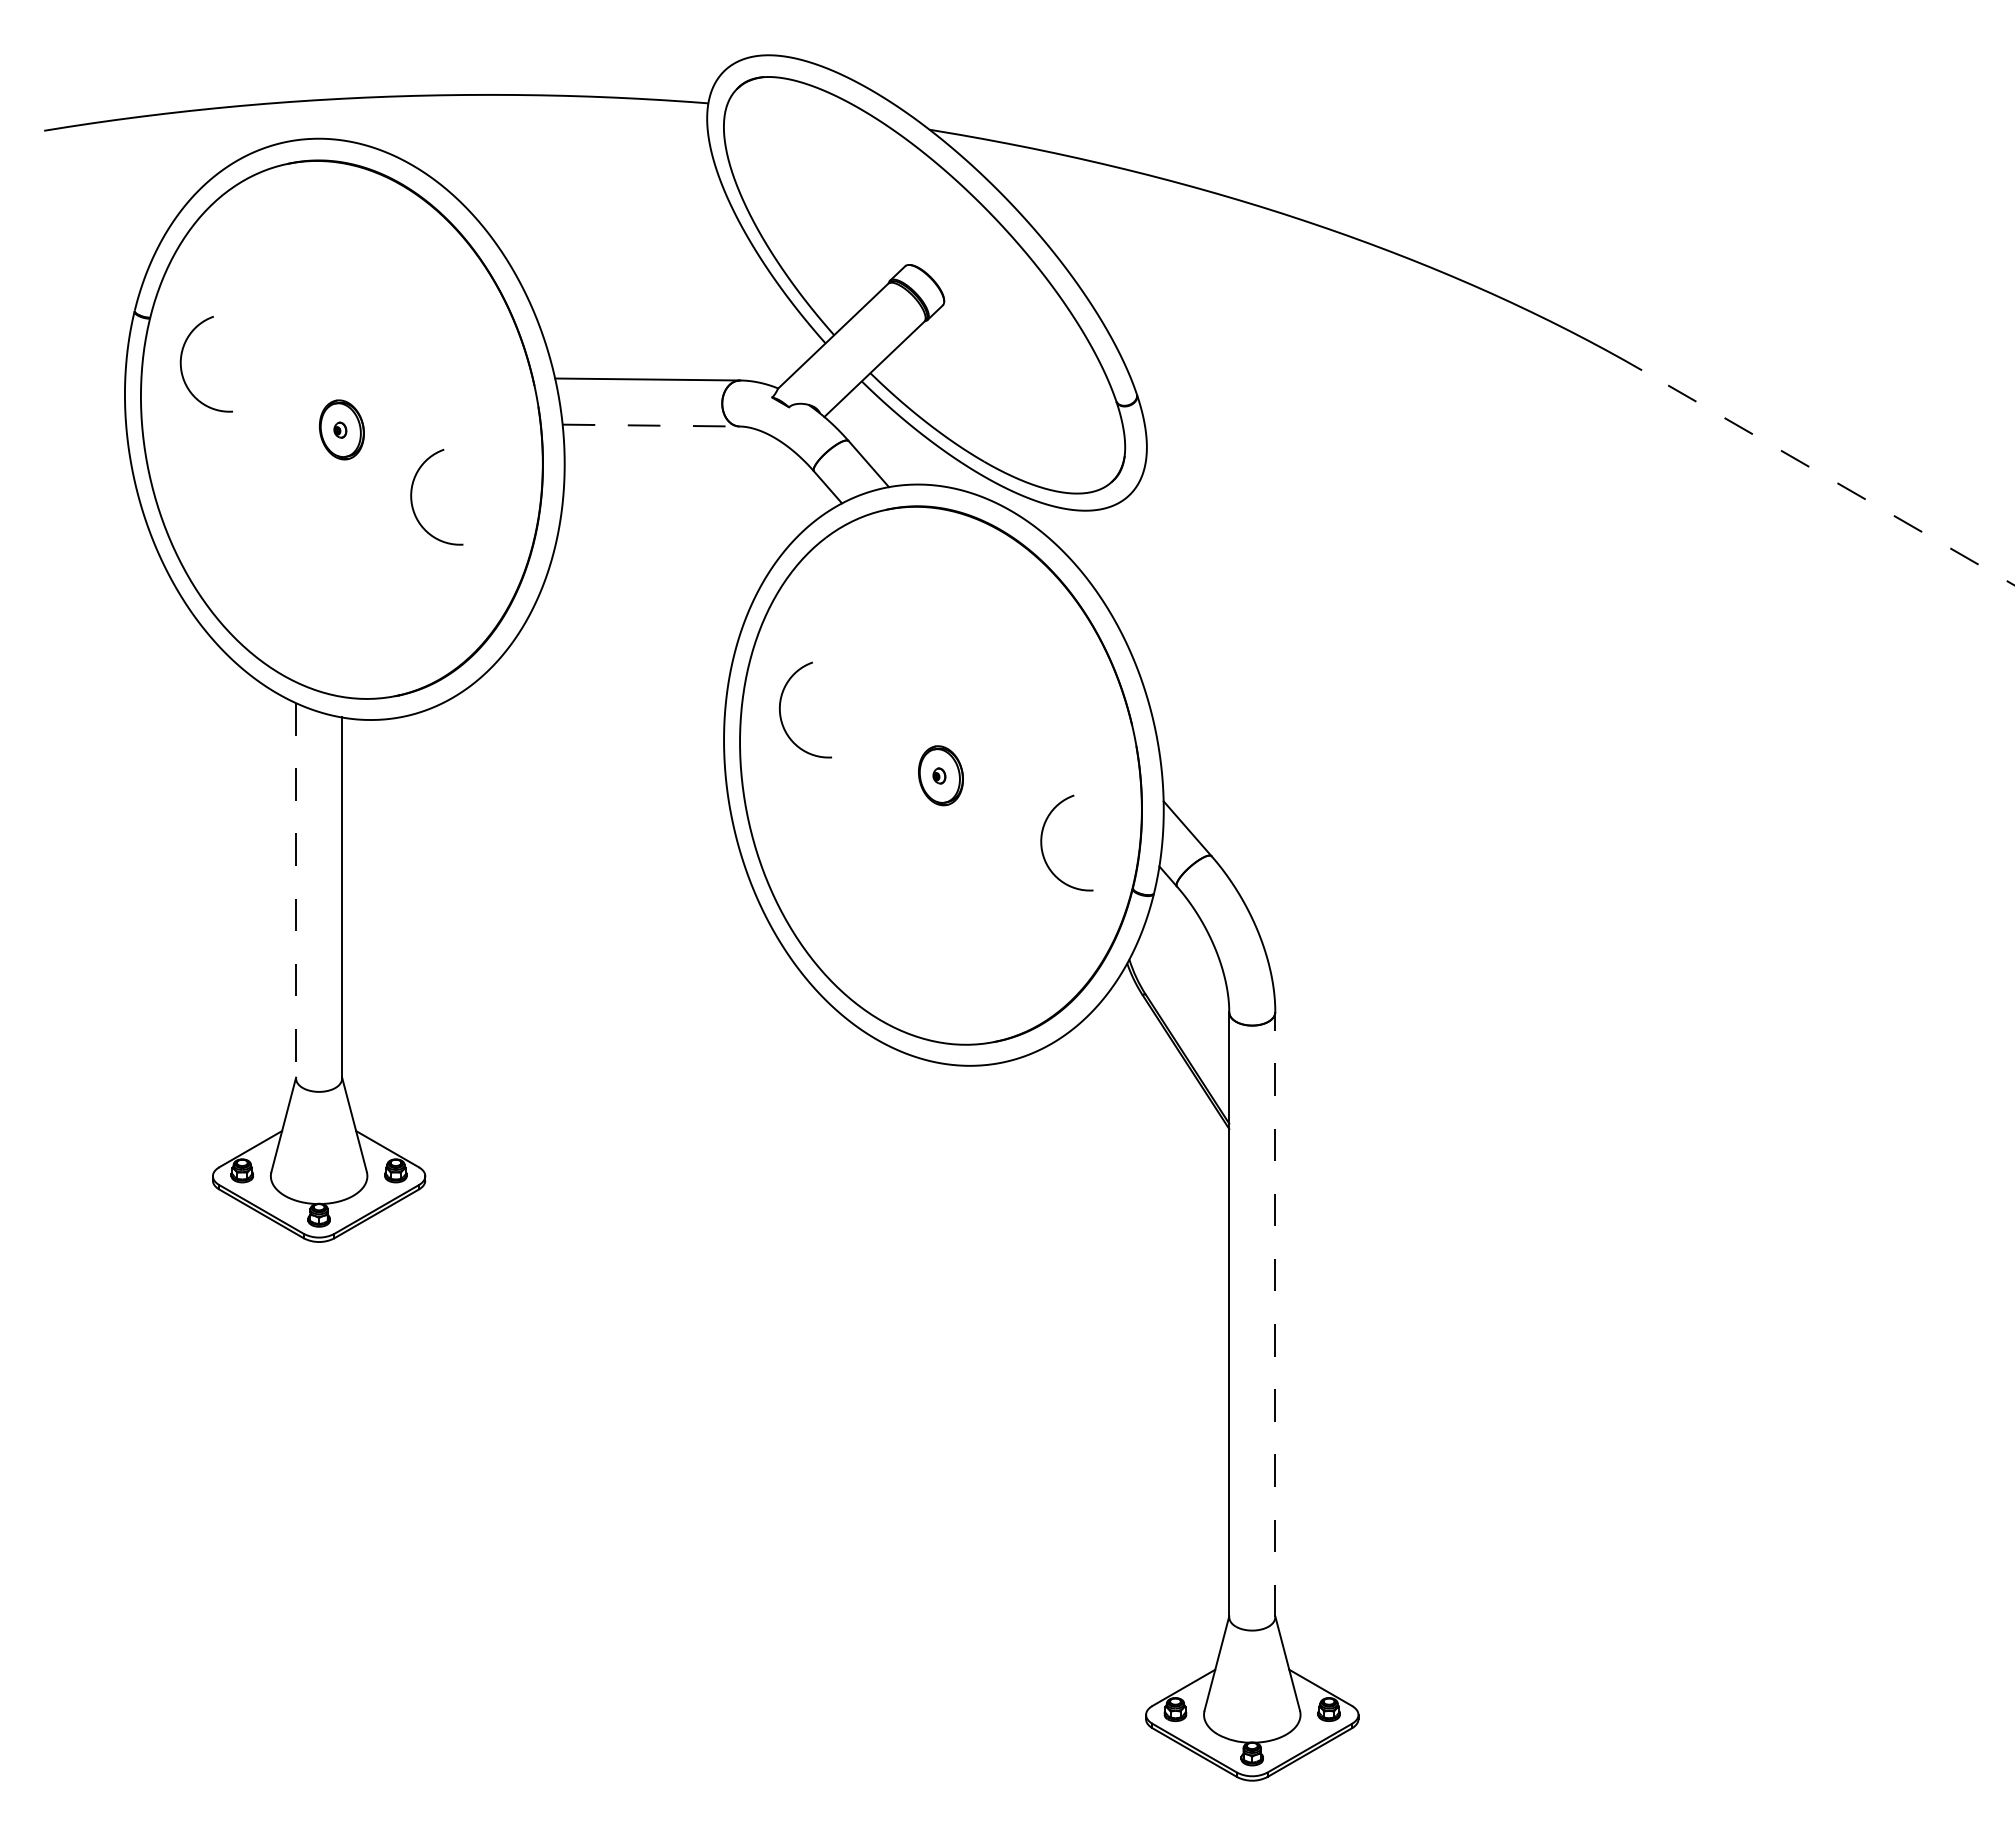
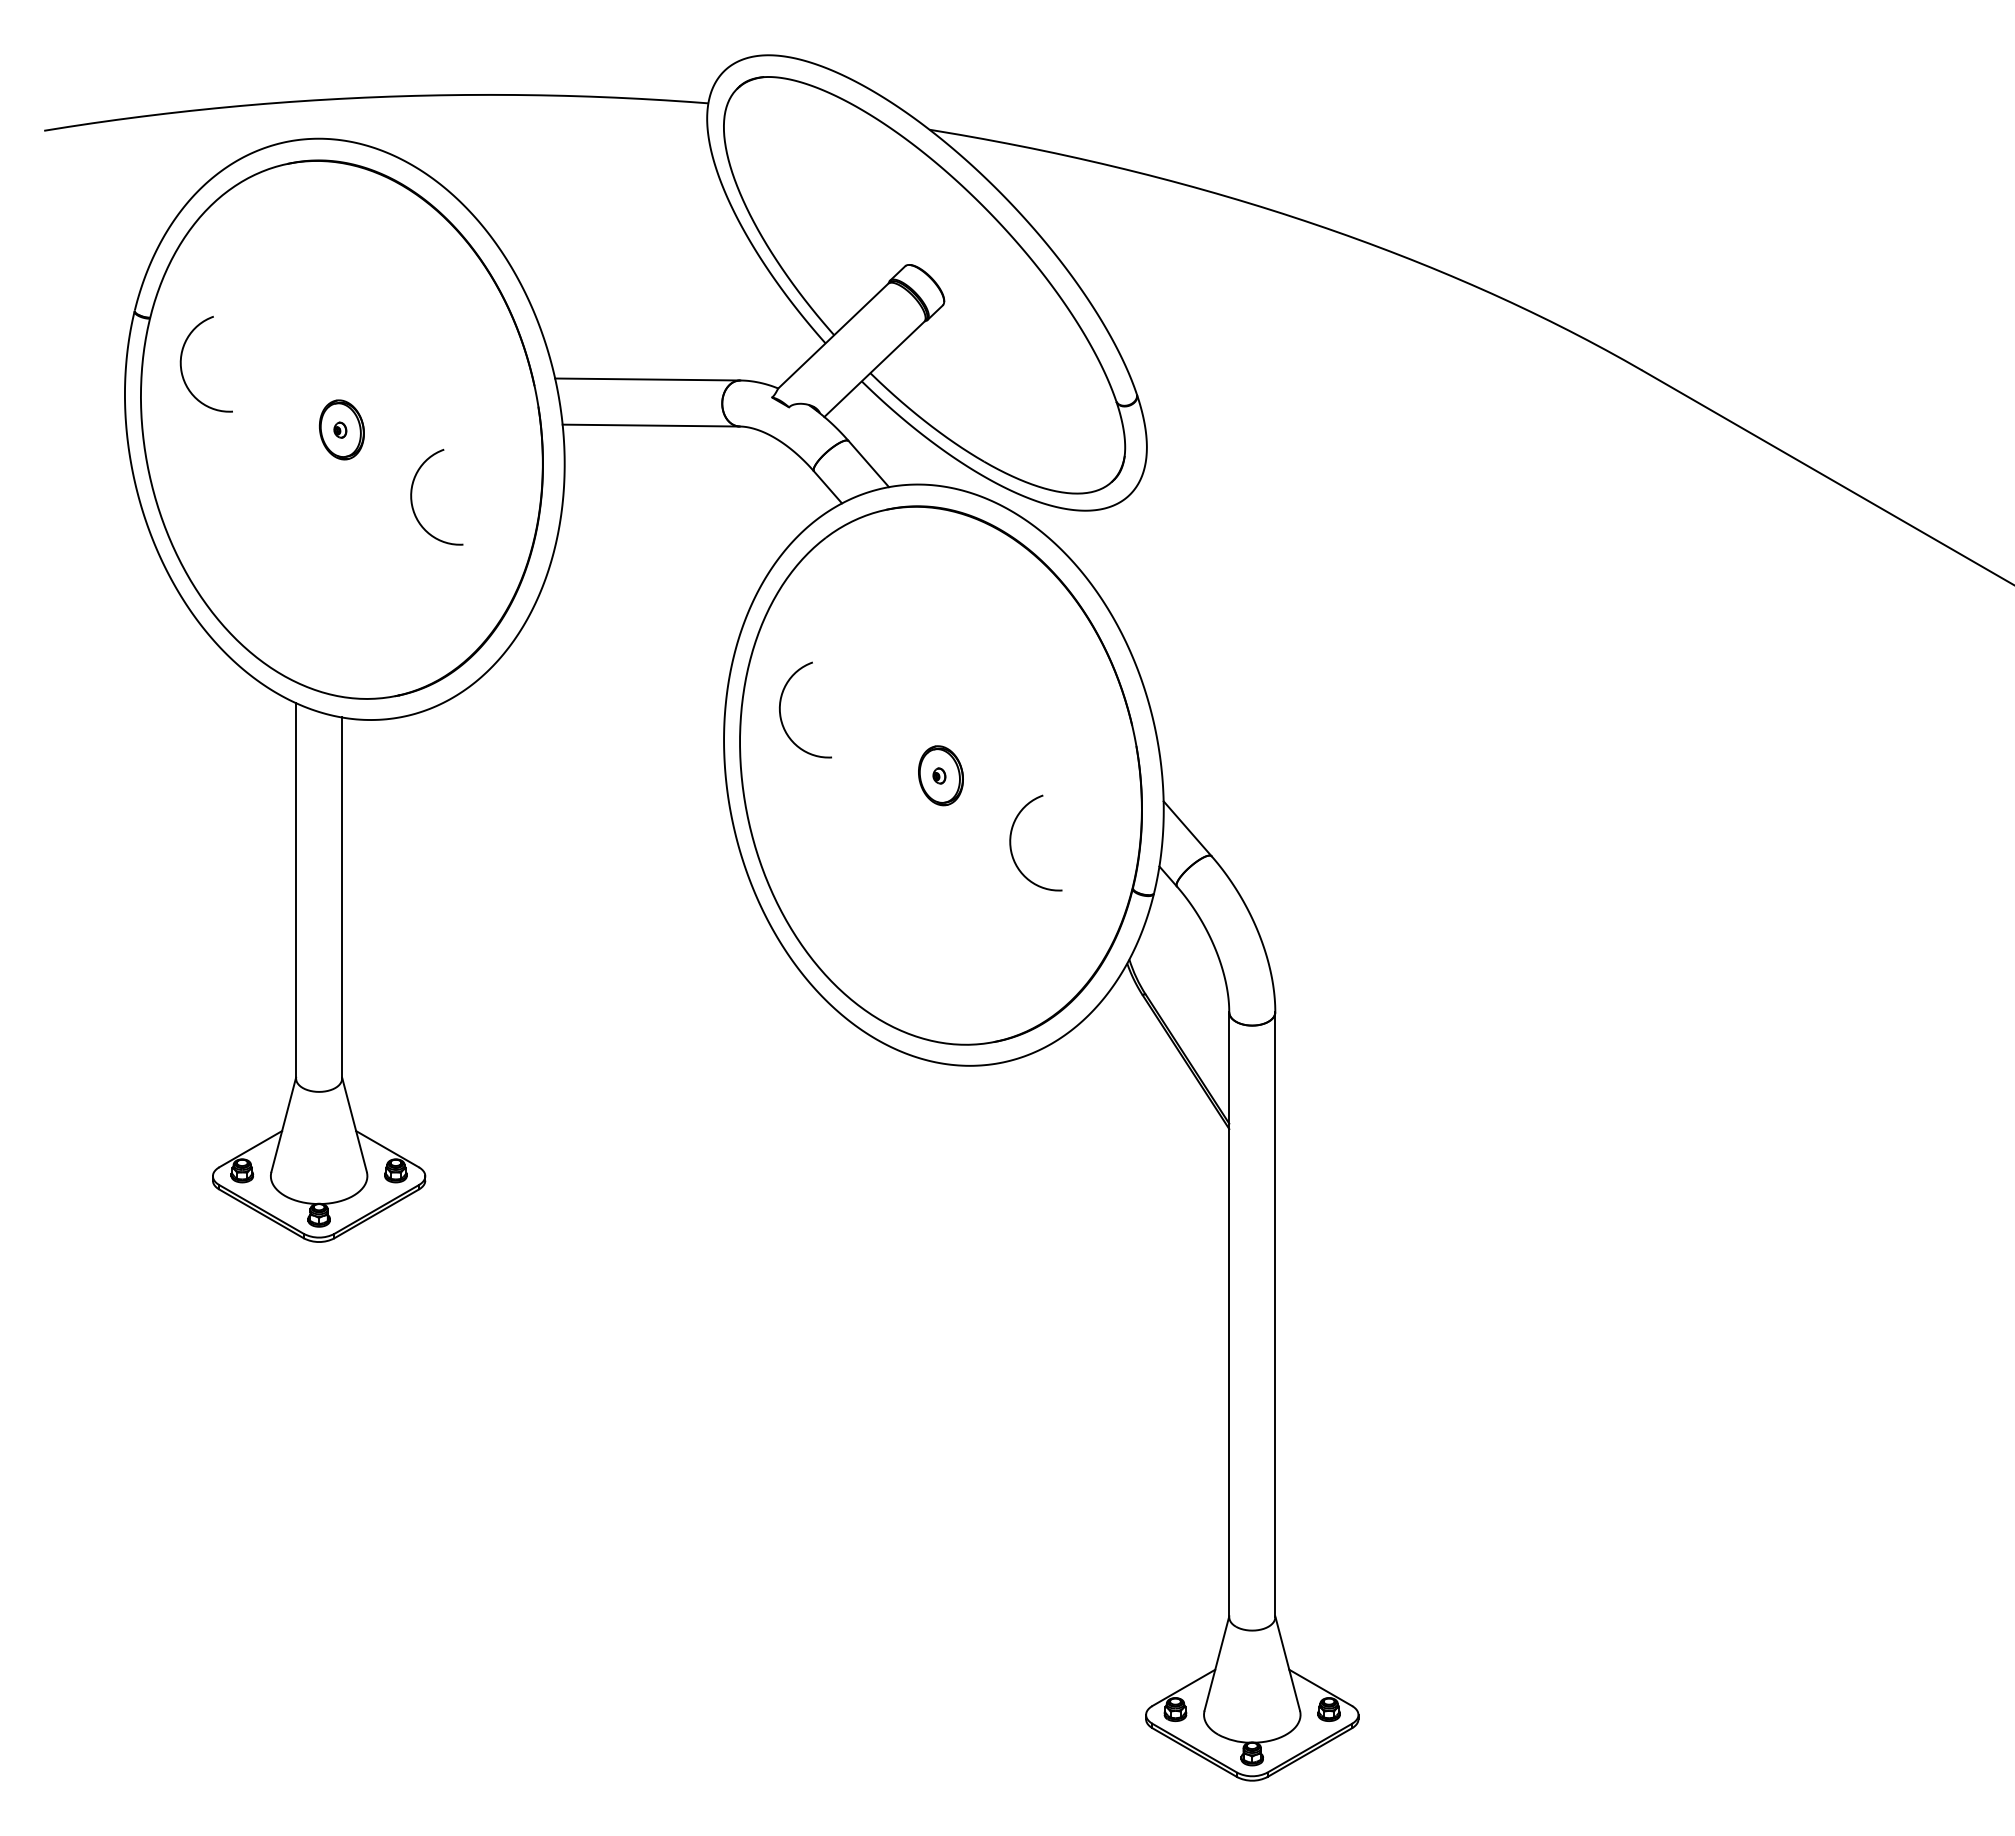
line at (651, 425): dashed -> solid
line at (1828, 477): dashed -> solid
arc at (1042, 842) position: (1042, 842) -> (1011, 842)
line at (296, 890): dashed -> solid
line at (1275, 1314): dashed -> solid
